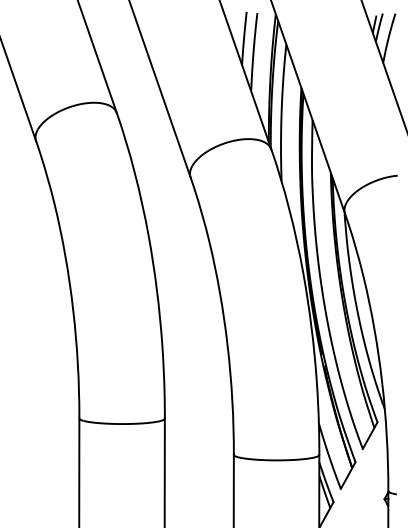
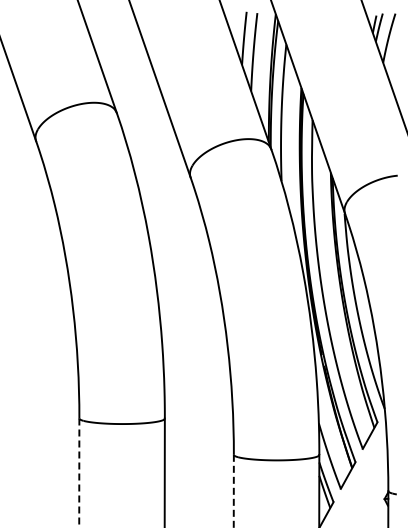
line at (79, 473): solid -> dashed
line at (233, 491): solid -> dashed
